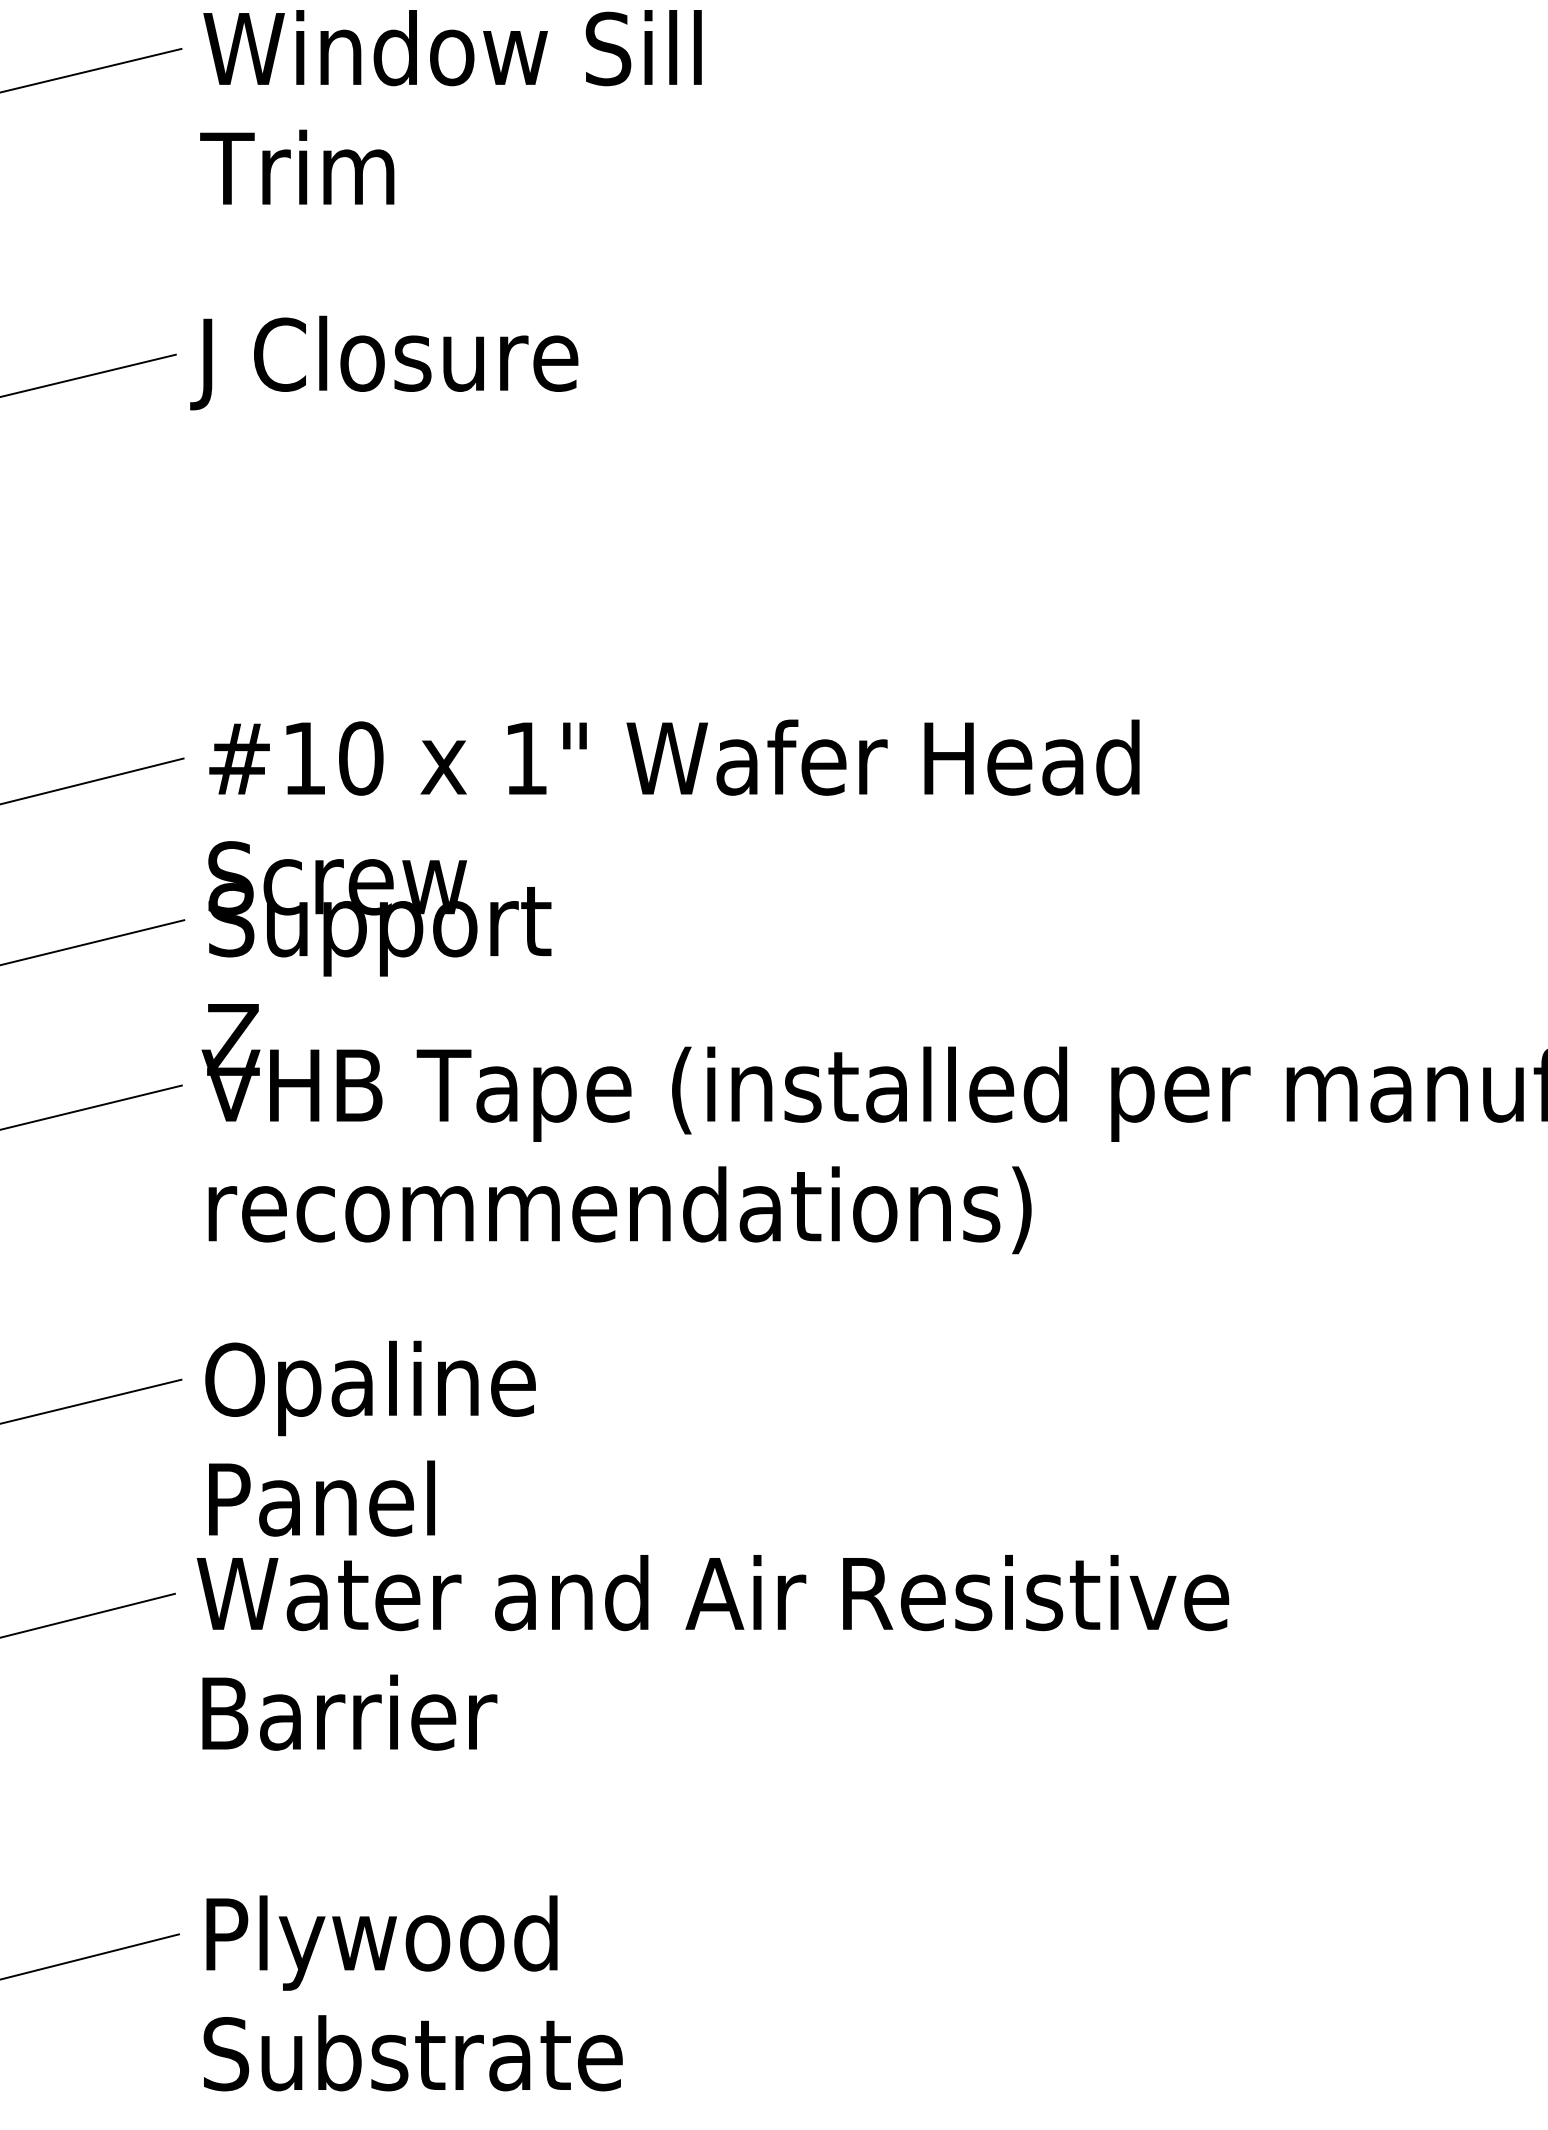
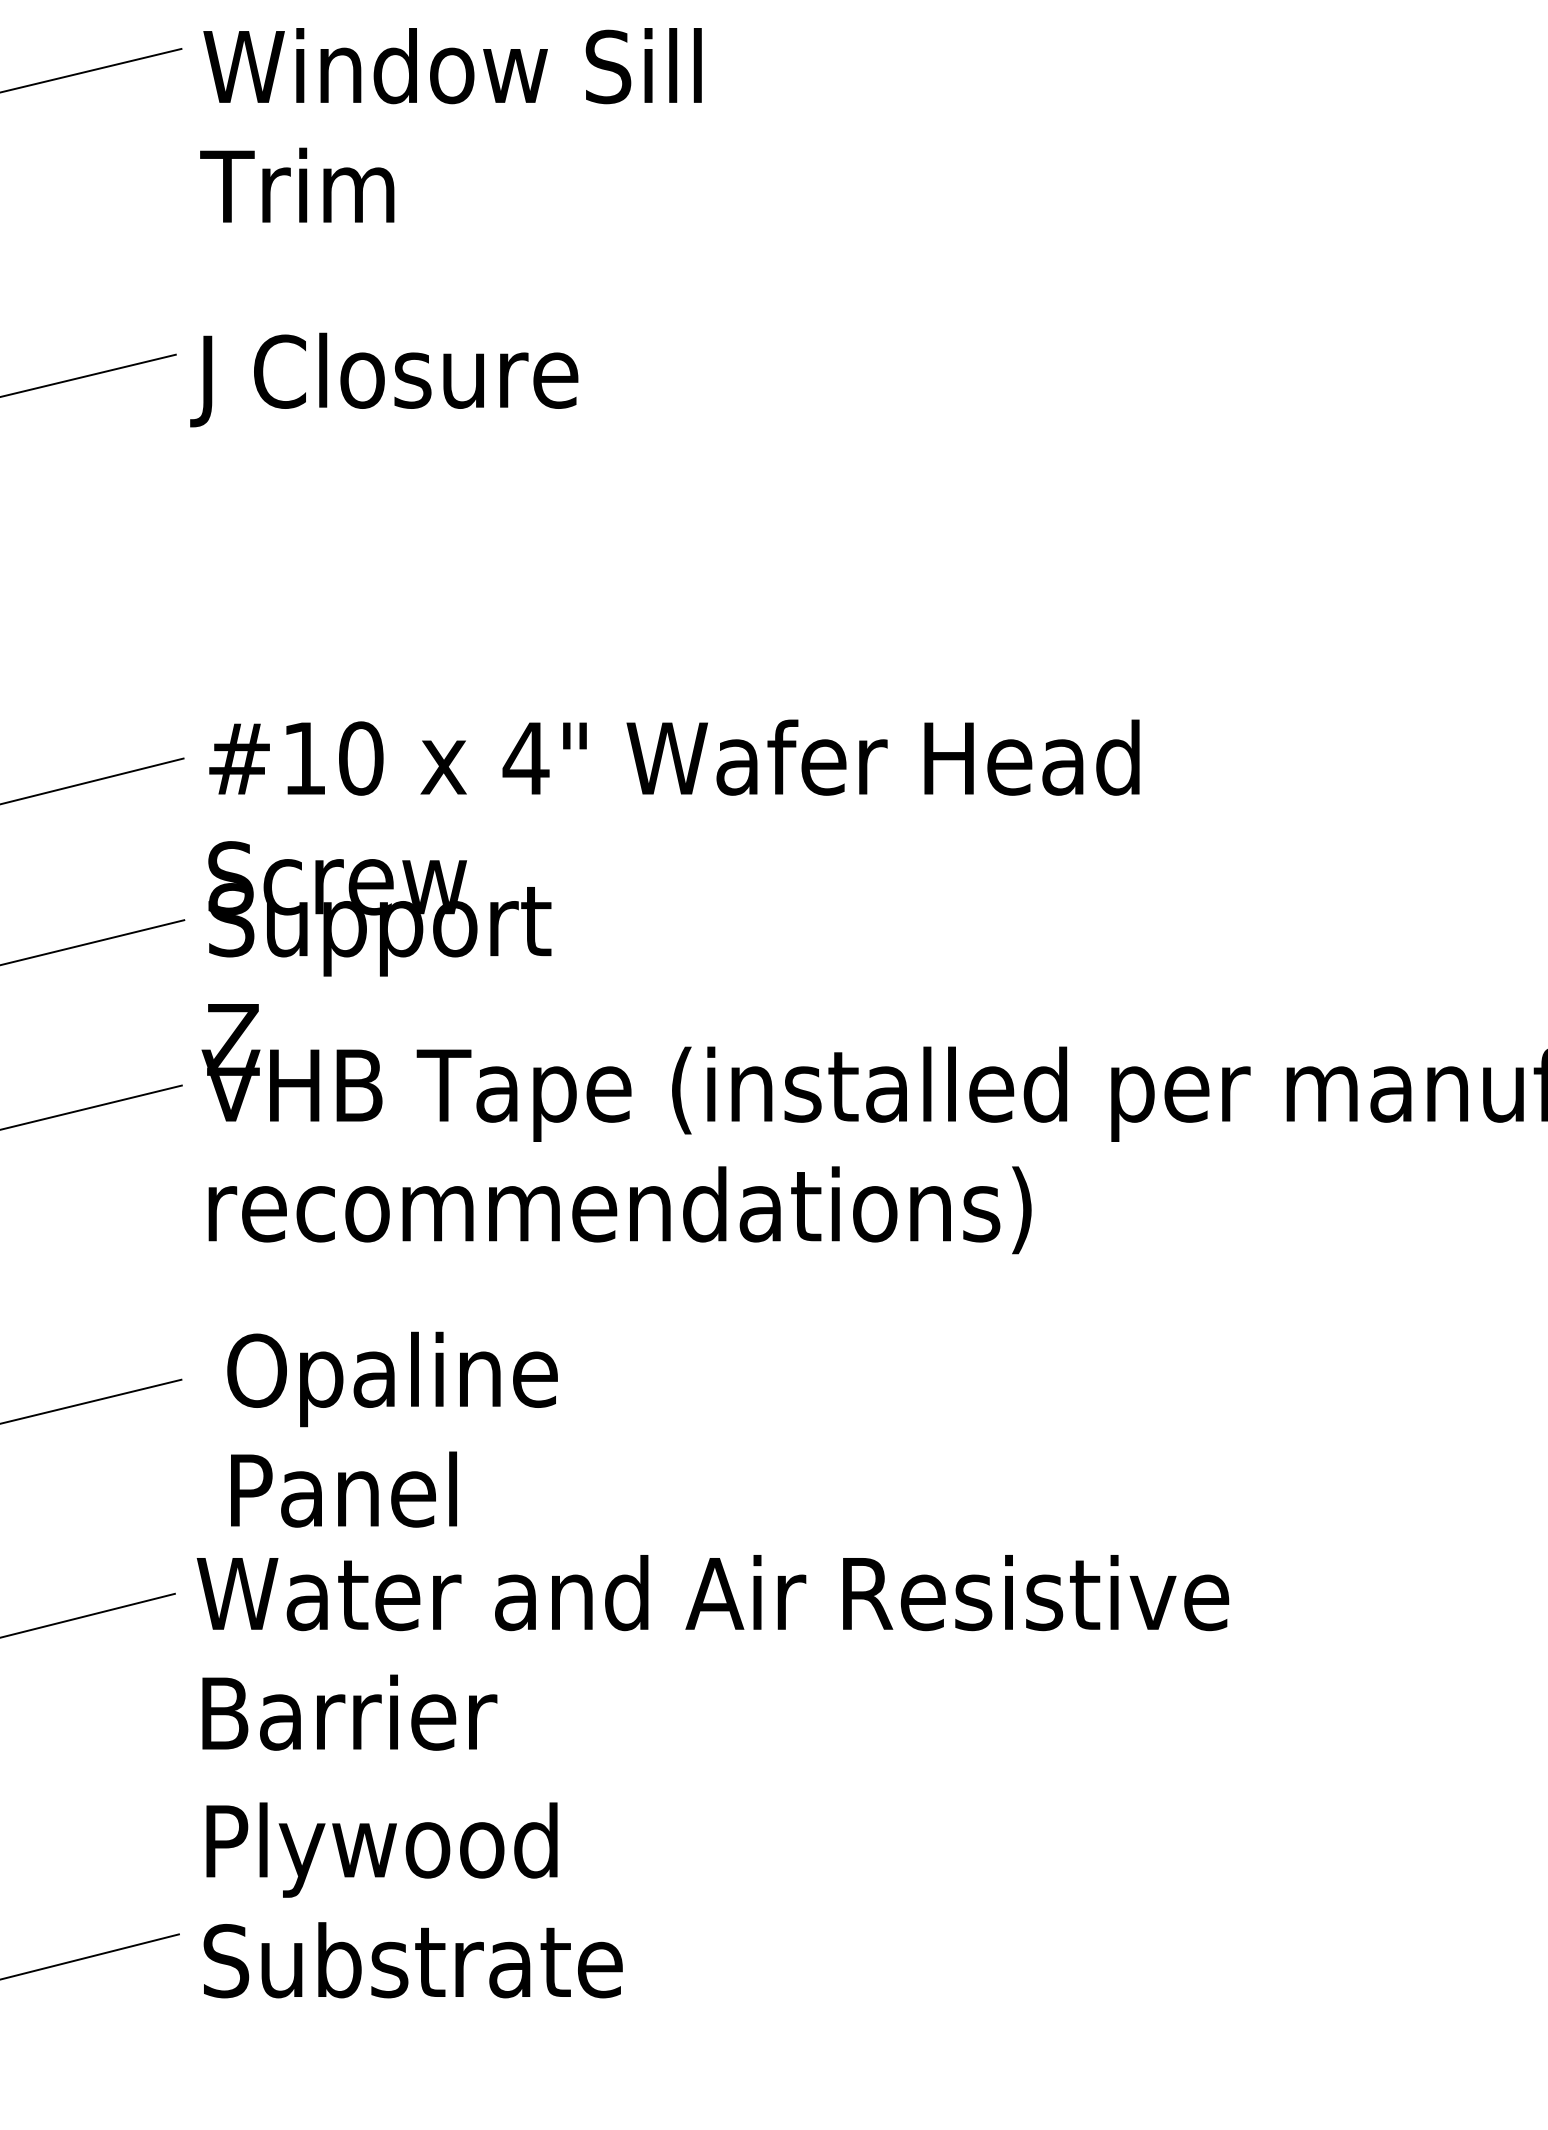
text at (450, 107) position: (450, 107) -> (450, 125)
text at (384, 362) position: (384, 362) -> (384, 379)
text at (525, 758): 1" -> 4"
text at (370, 1438) position: (370, 1438) -> (392, 1429)
text at (412, 1993) position: (412, 1993) -> (412, 1900)
